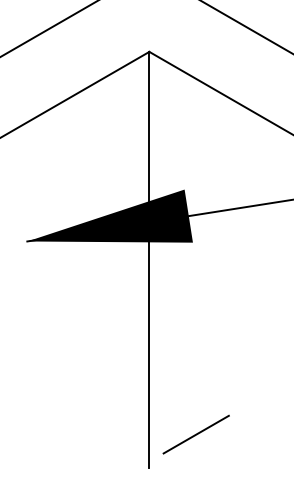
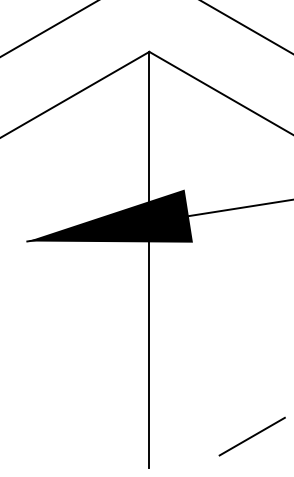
line at (195, 434) position: (195, 434) -> (251, 436)
